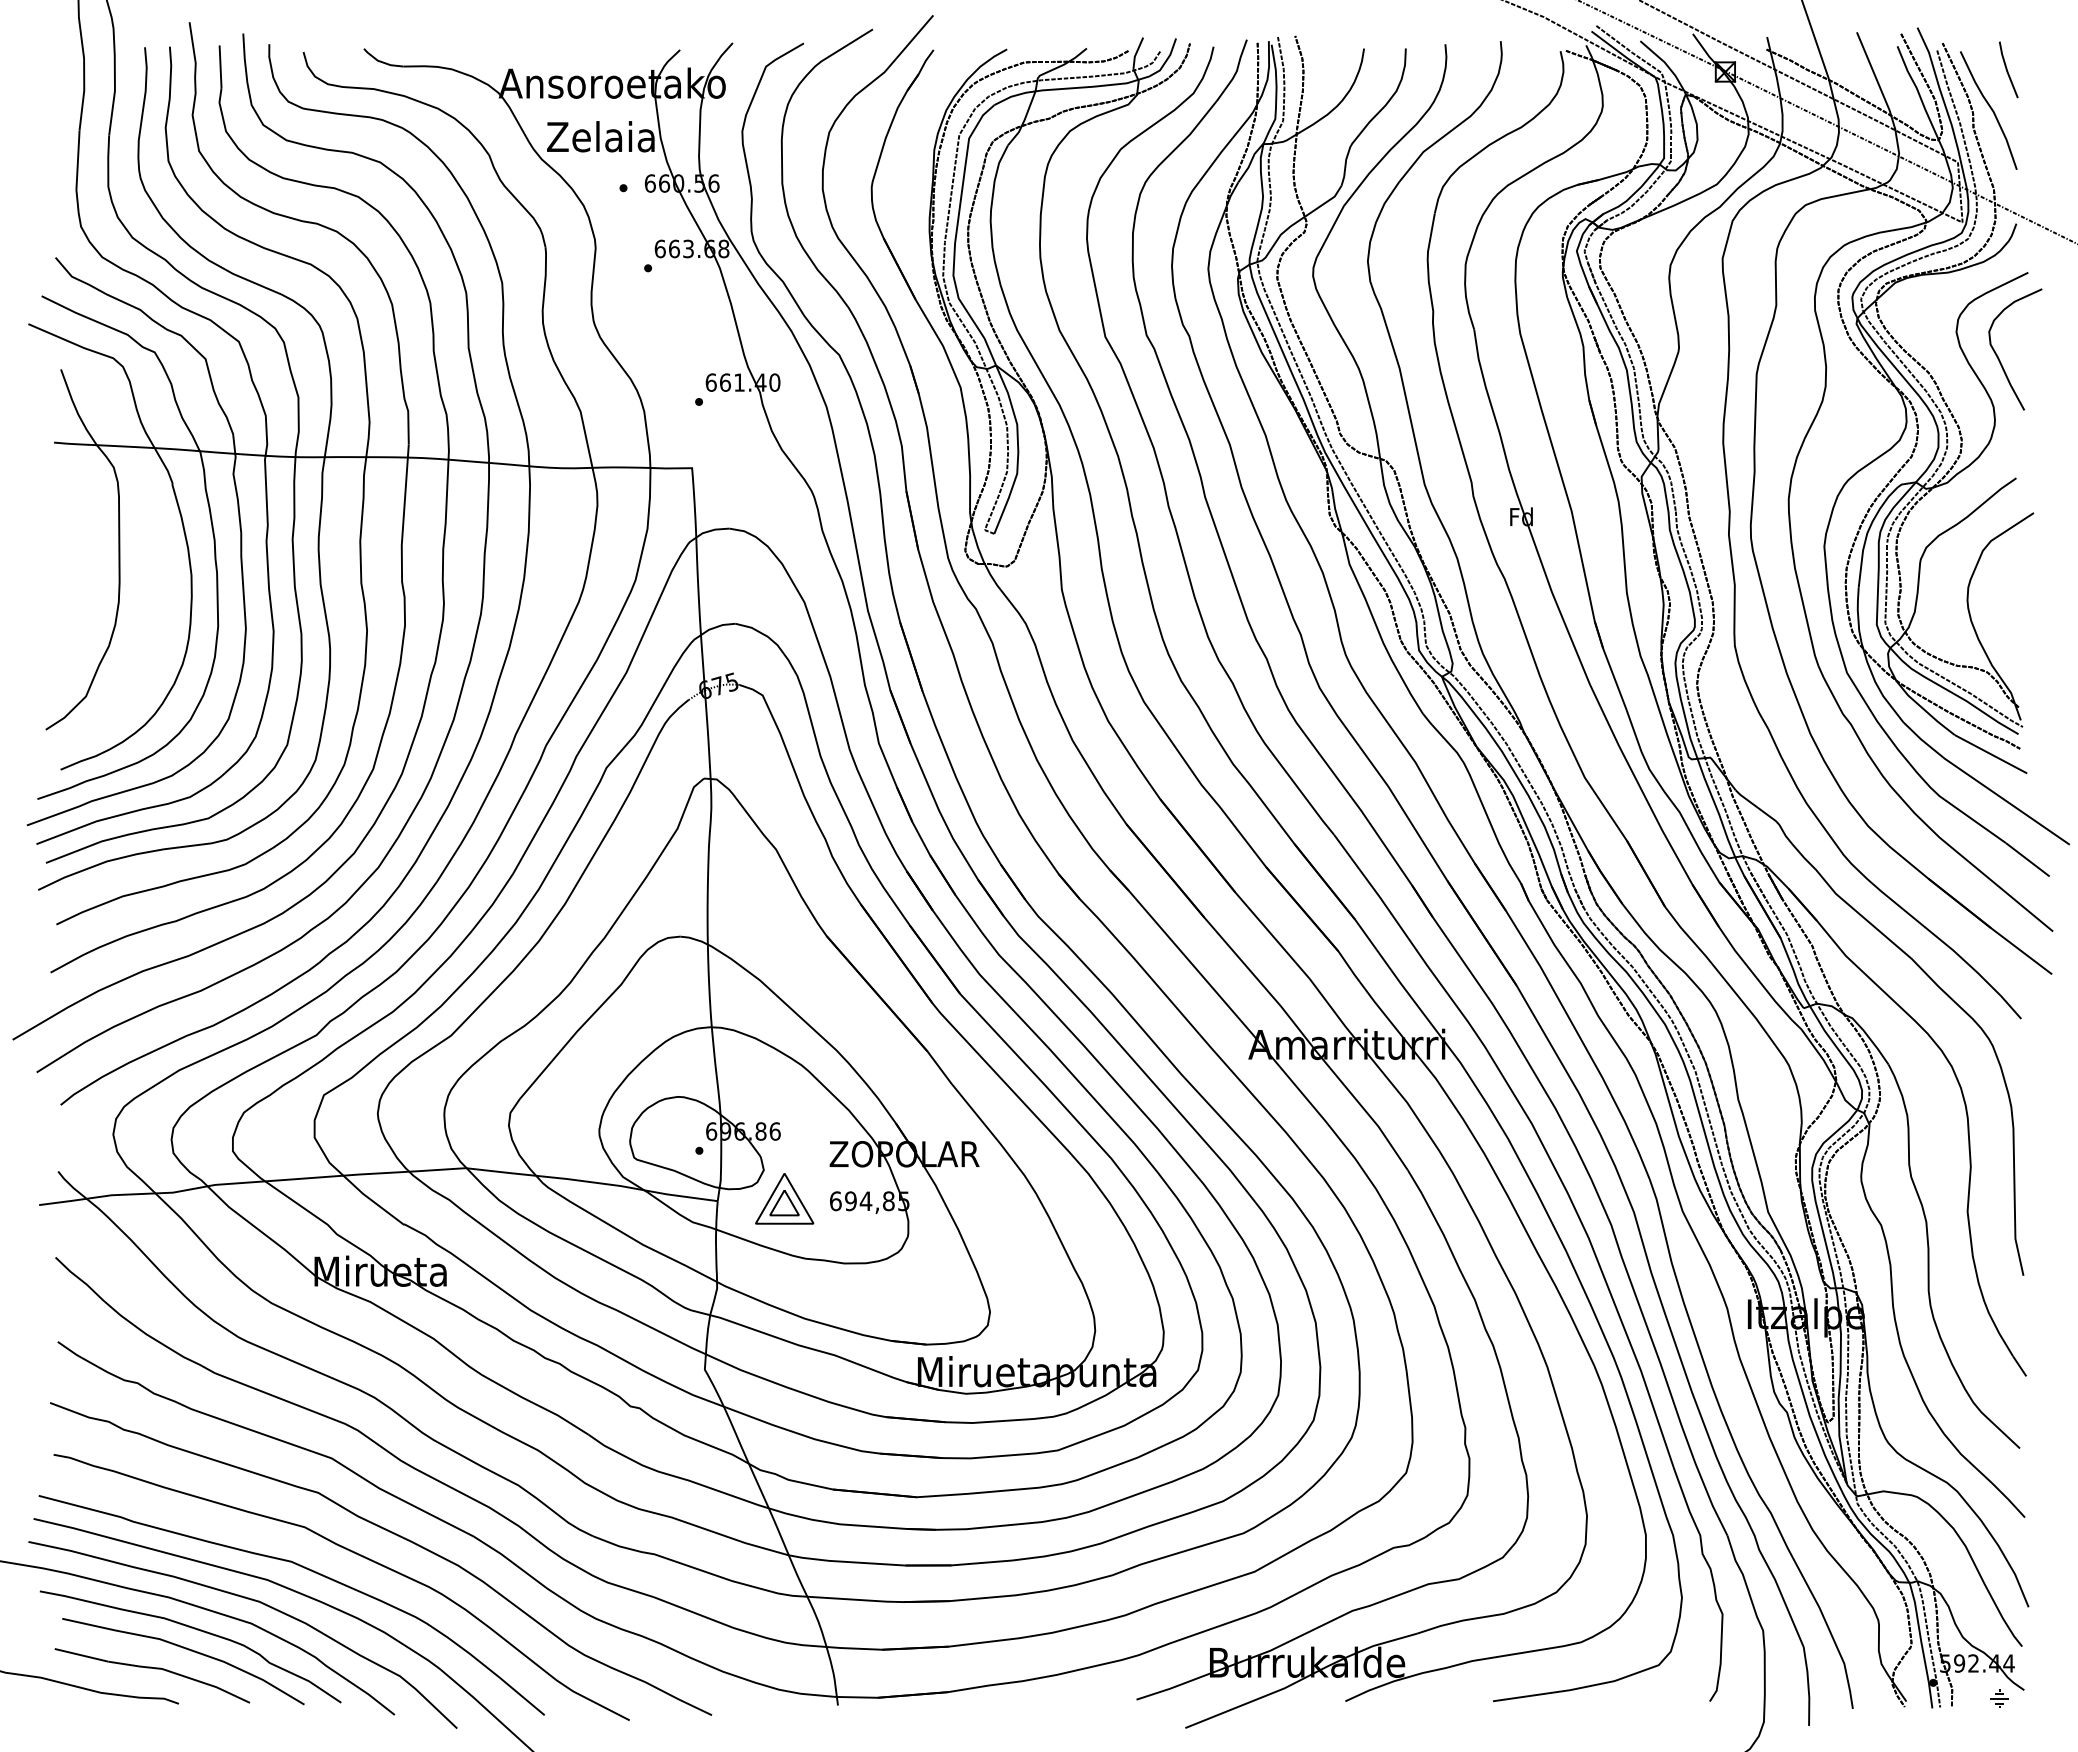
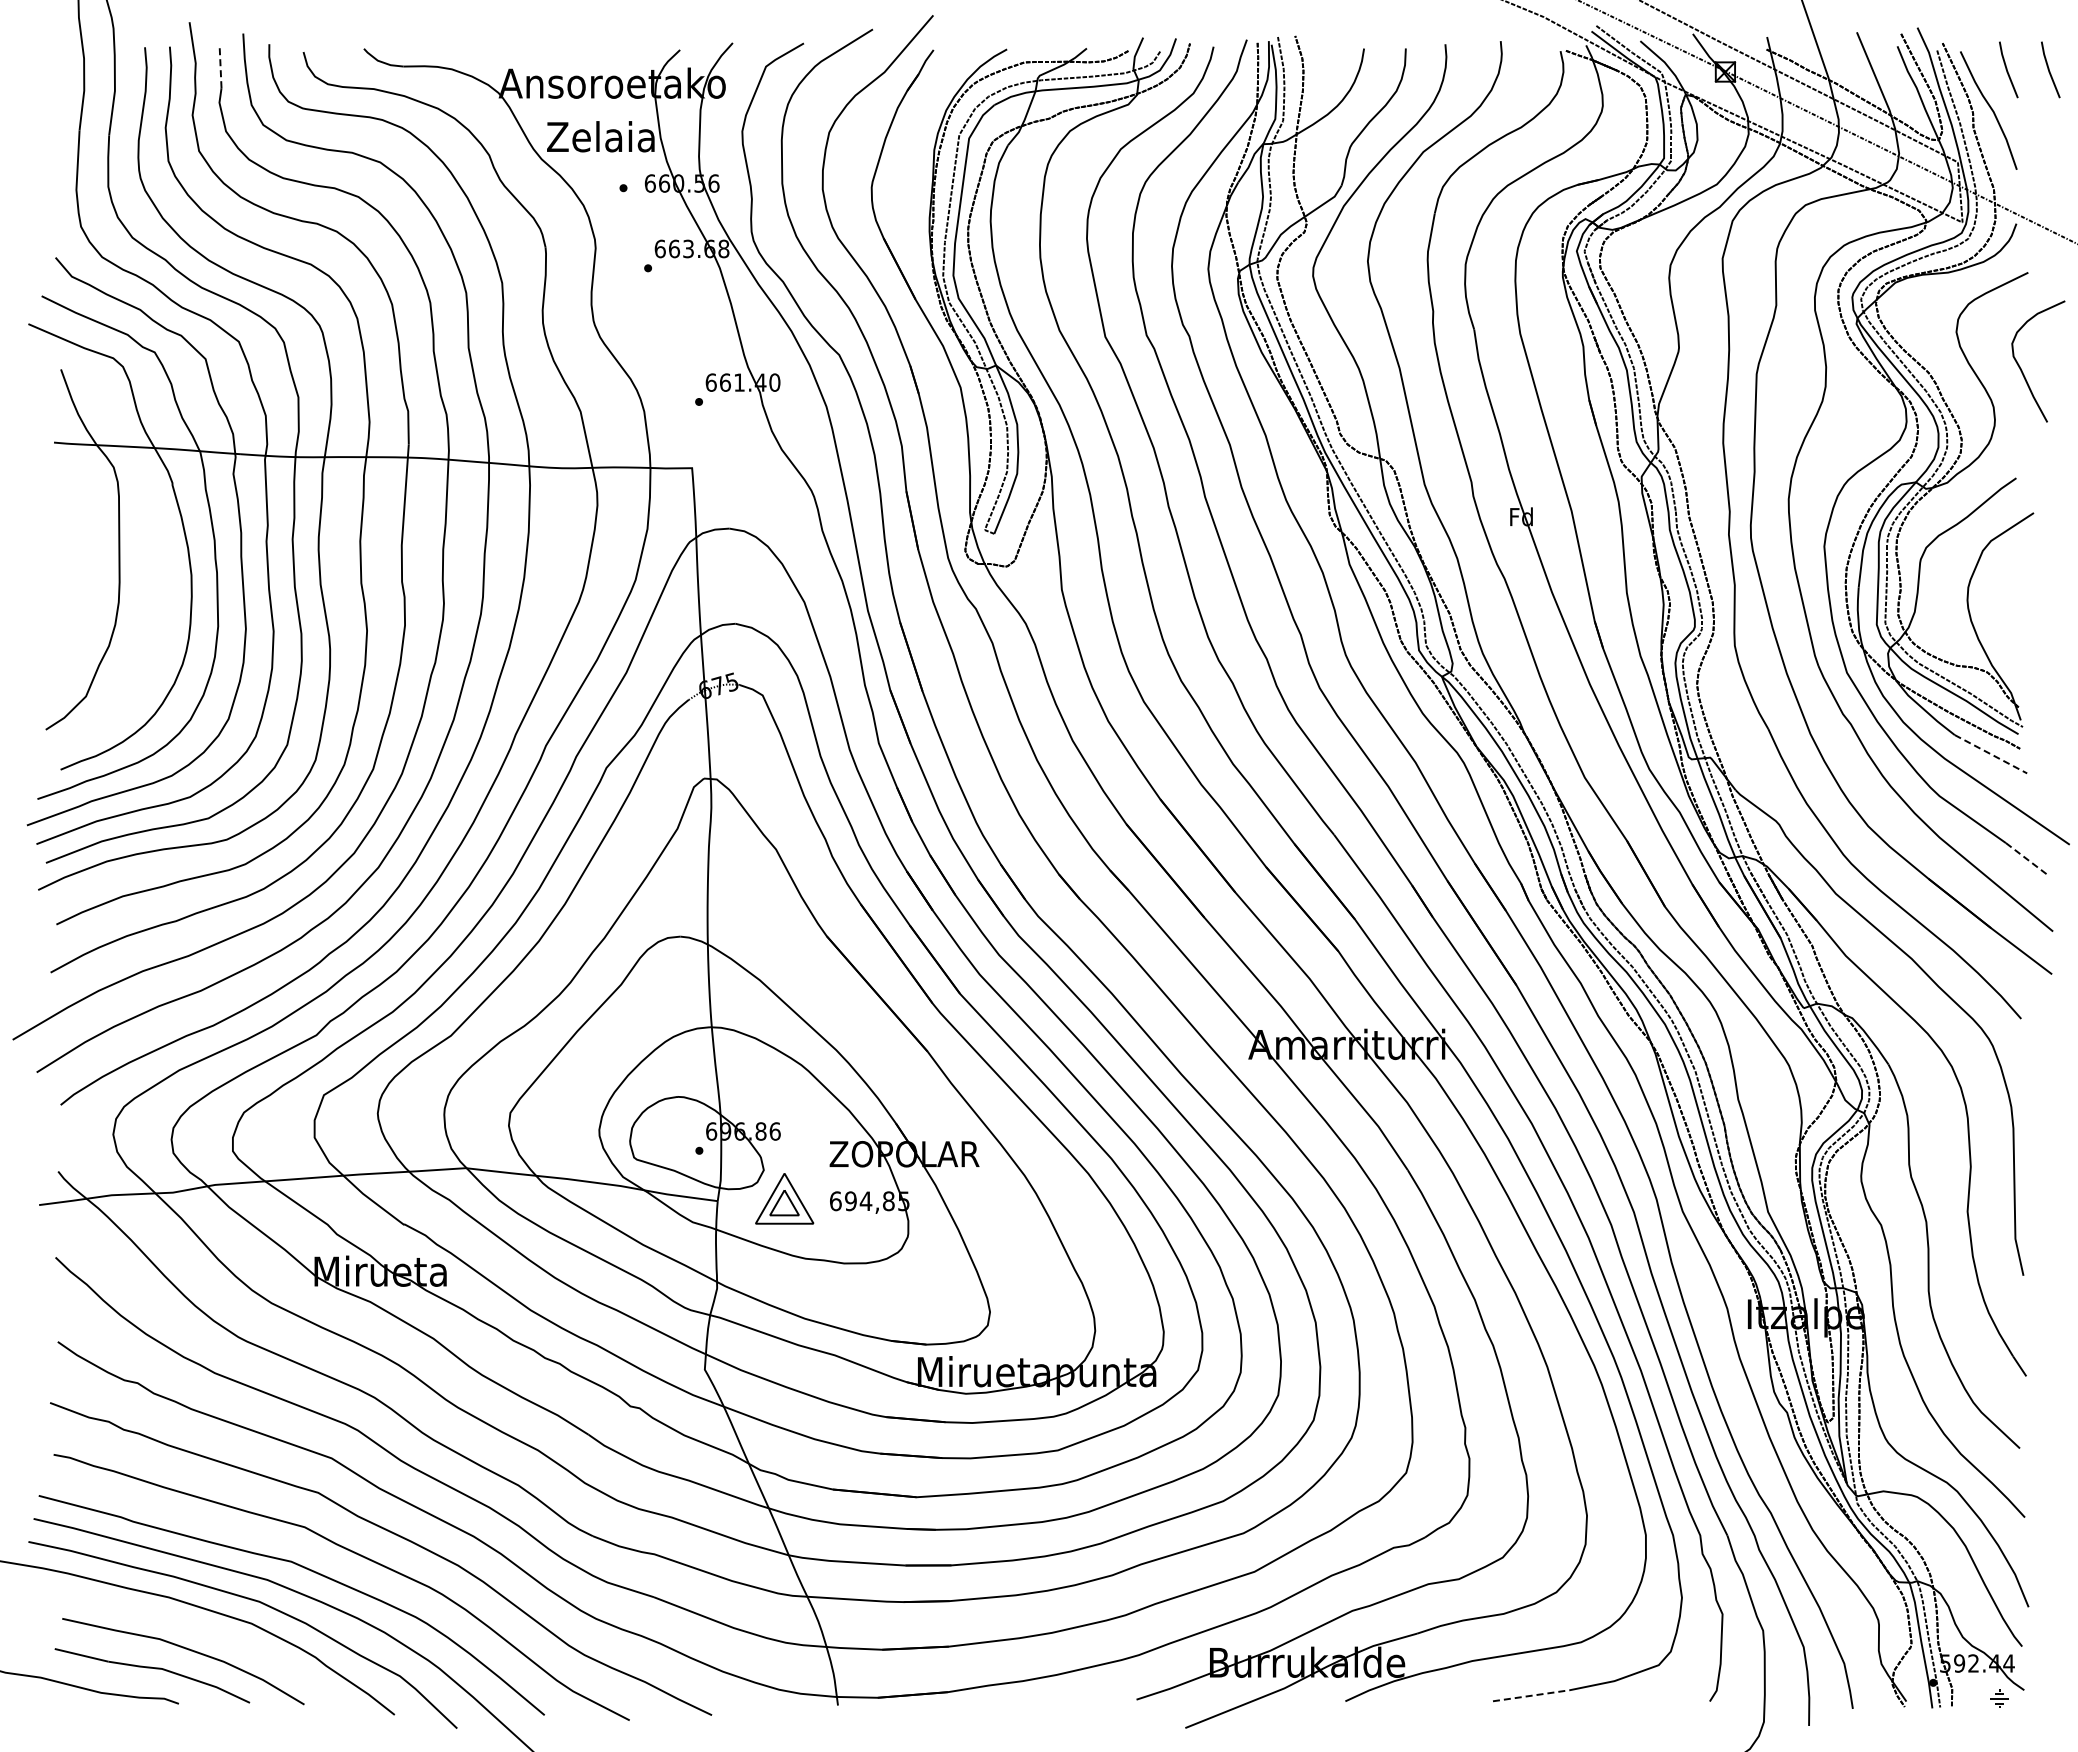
line at (220, 66): solid -> dashed
line at (2049, 69): none -> present
curve at (1999, 358) position: (1999, 358) -> (2022, 370)
line at (1990, 754): solid -> dashed
line at (2028, 860): solid -> dashed
curve at (194, 1629): present -> none
line at (1532, 1695): solid -> dashed
